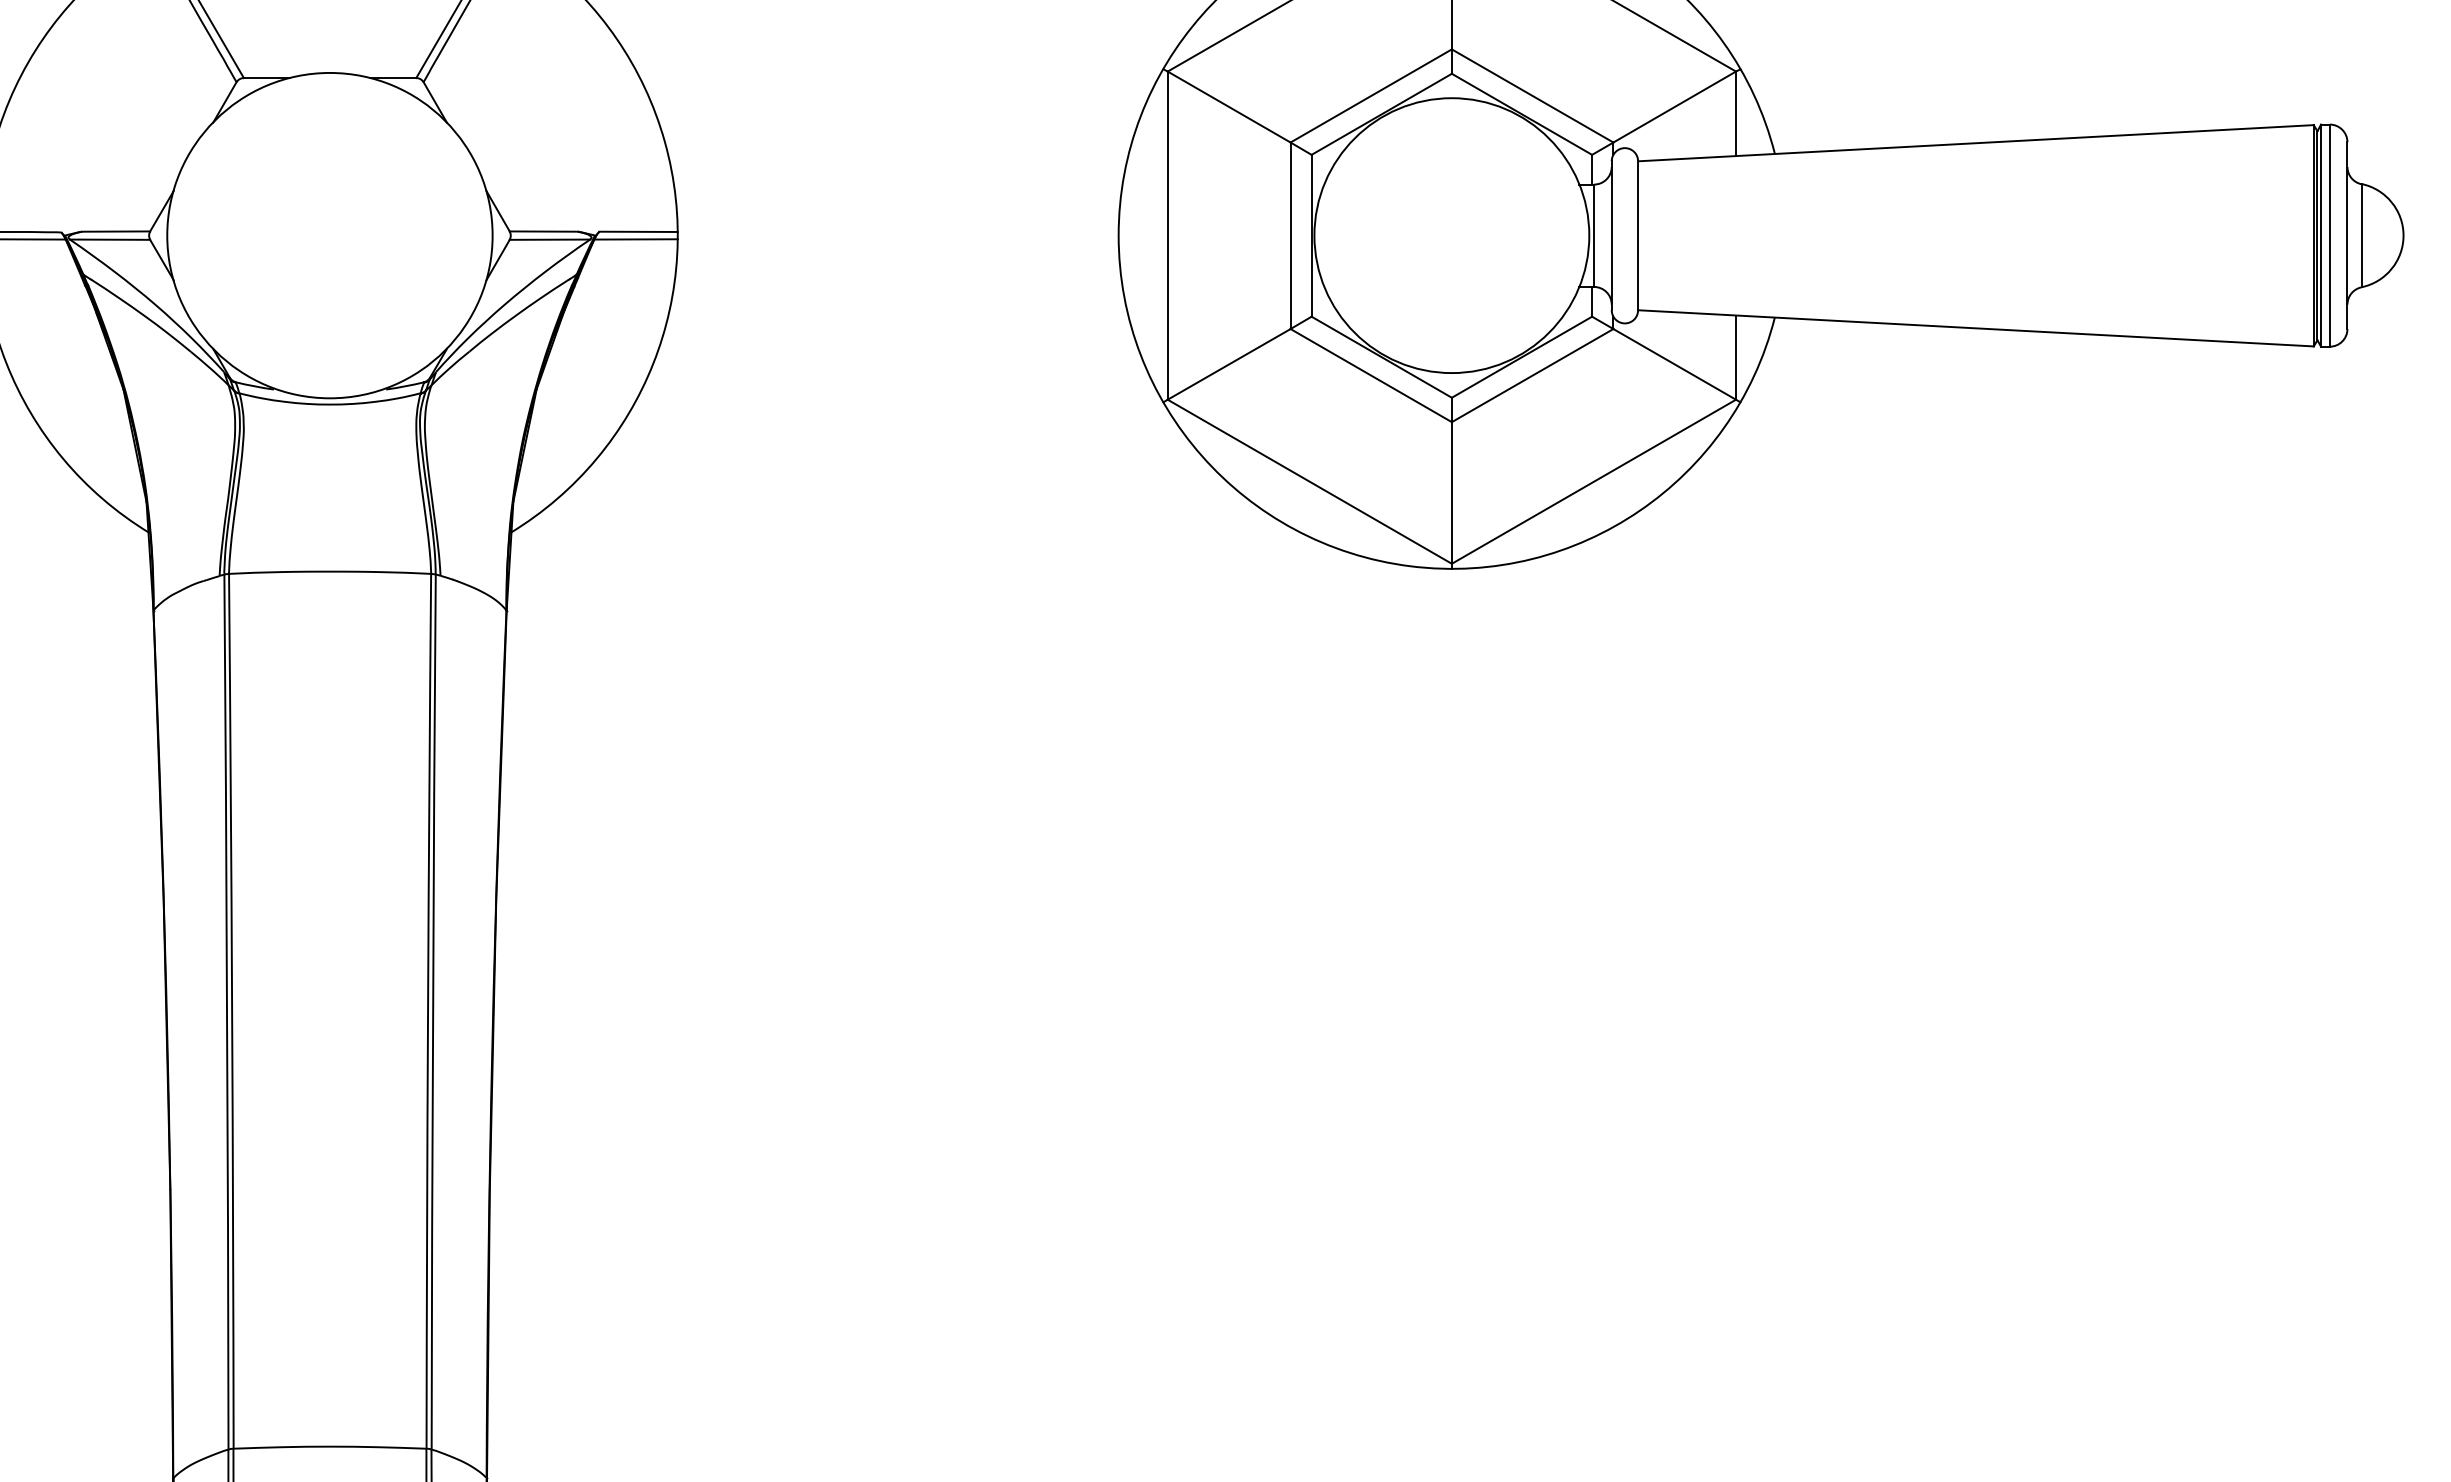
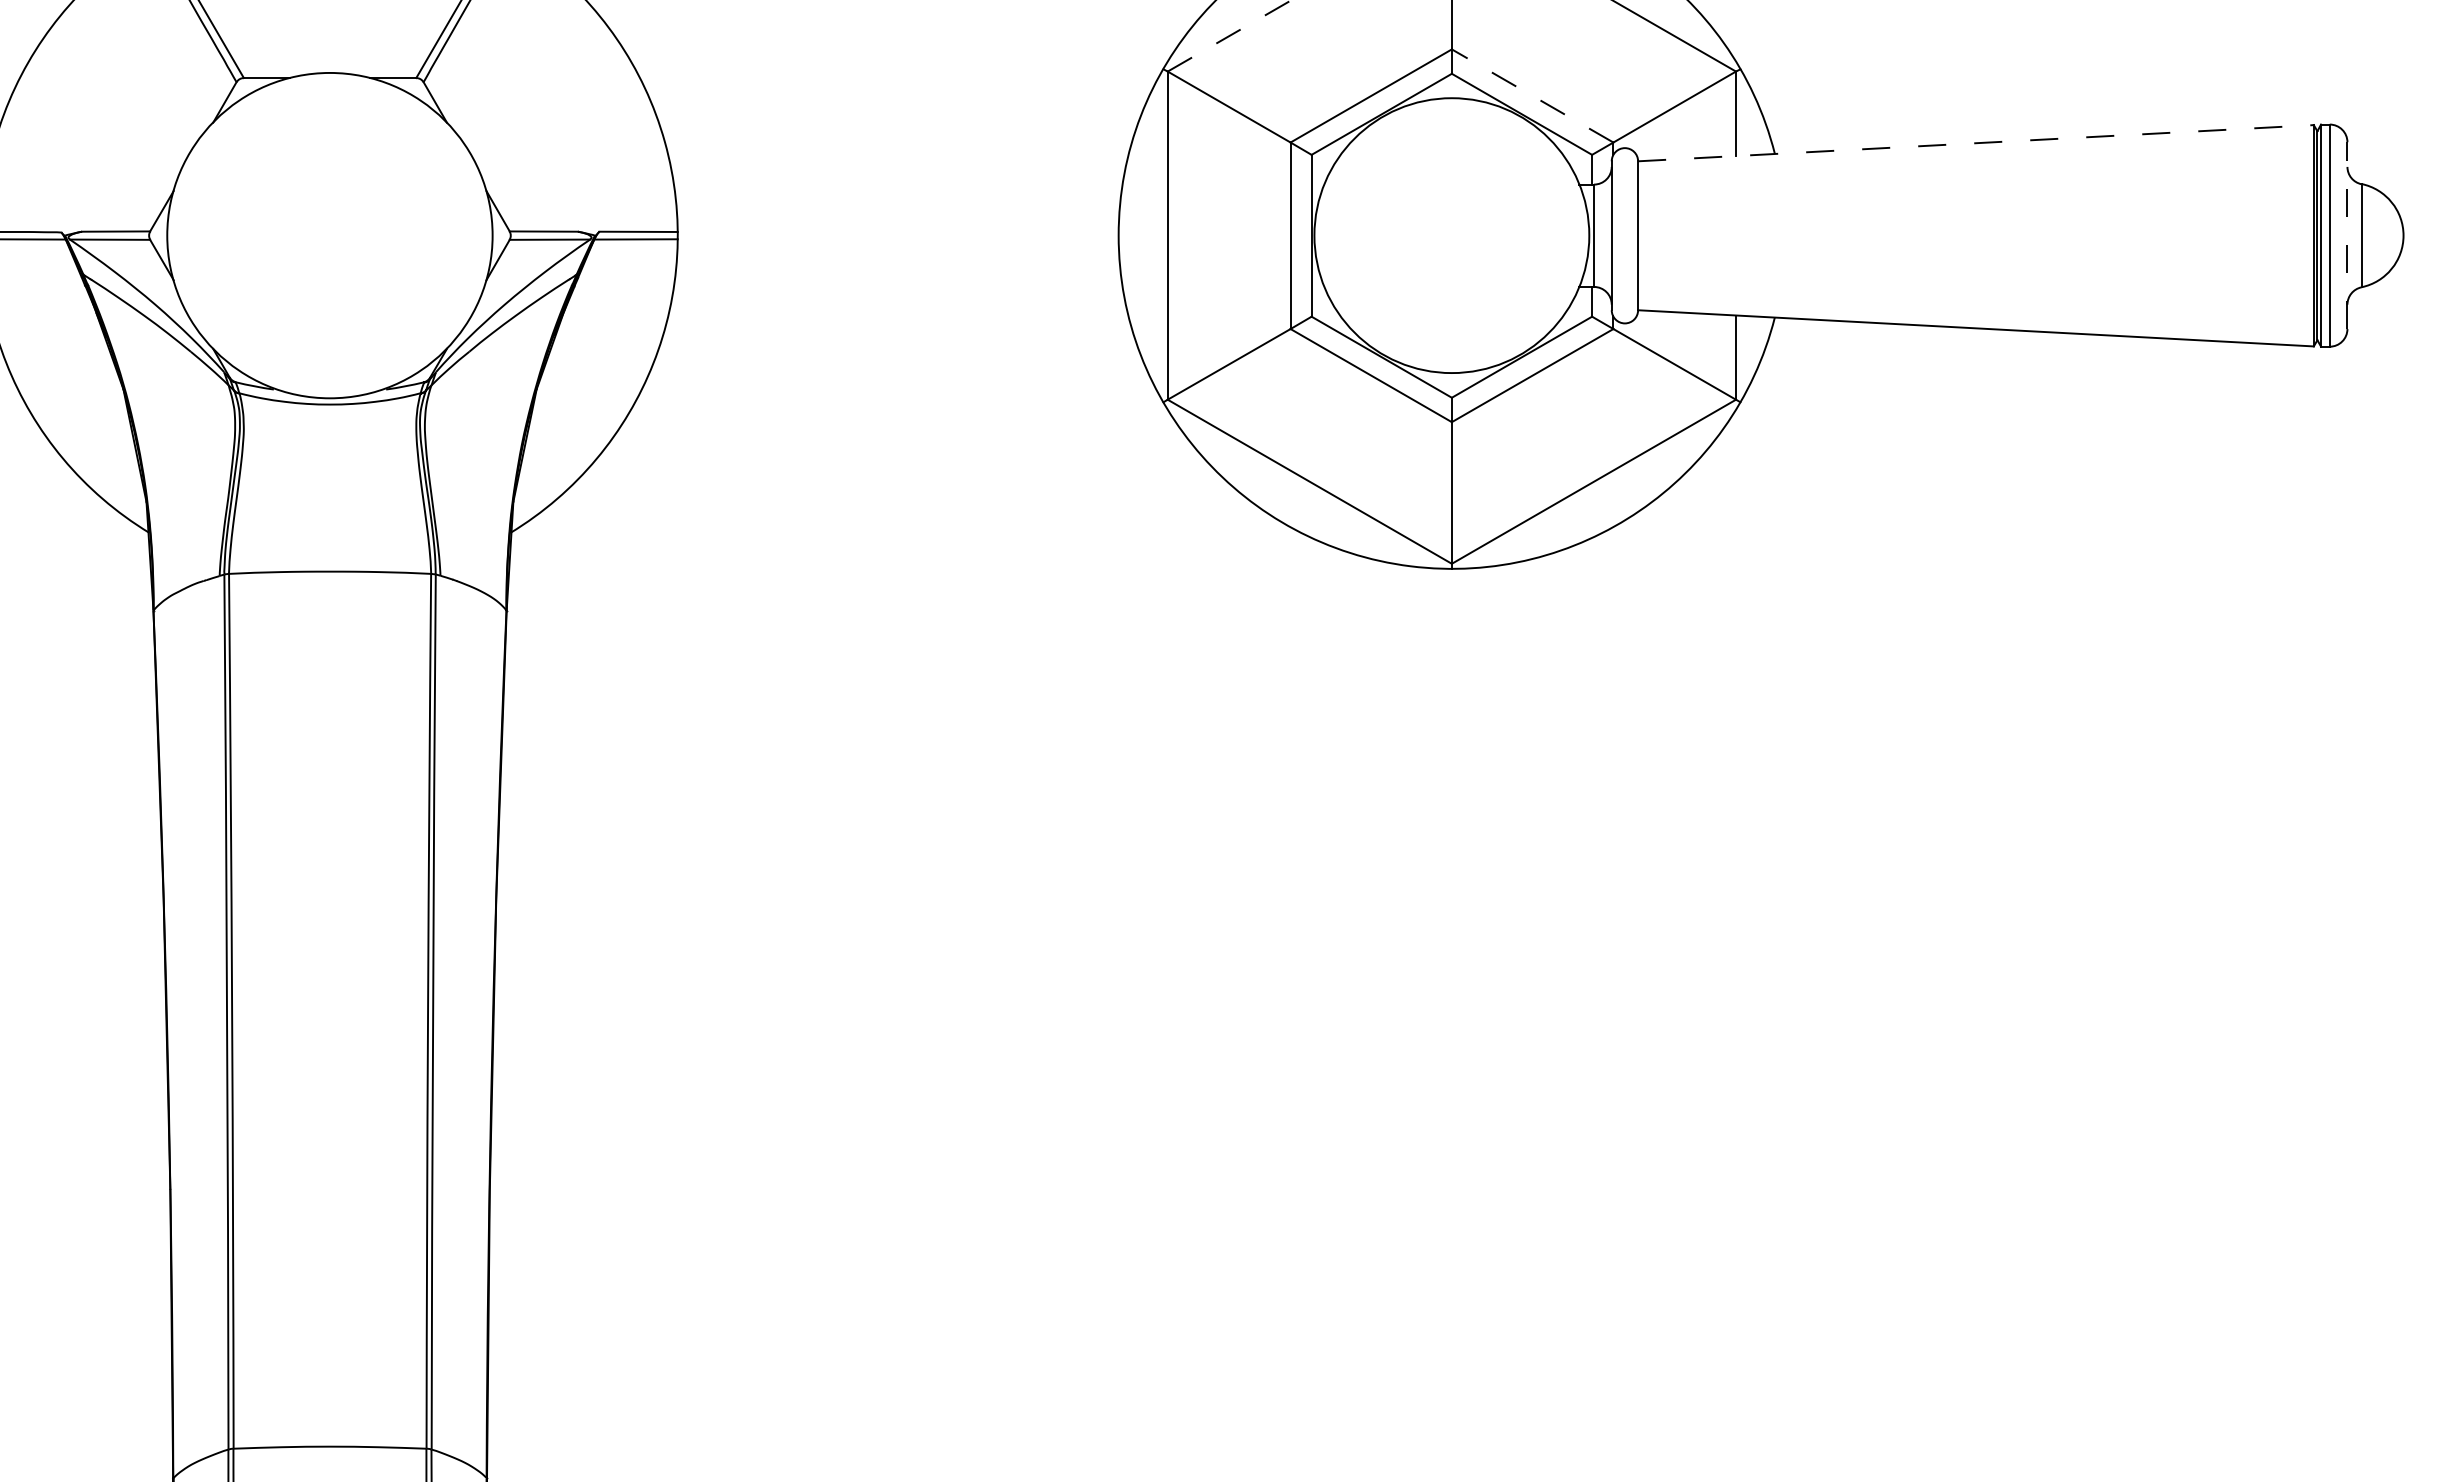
line at (1230, 35): solid -> dashed
line at (1532, 95): solid -> dashed
line at (1976, 143): solid -> dashed
line at (2347, 235): solid -> dashed
